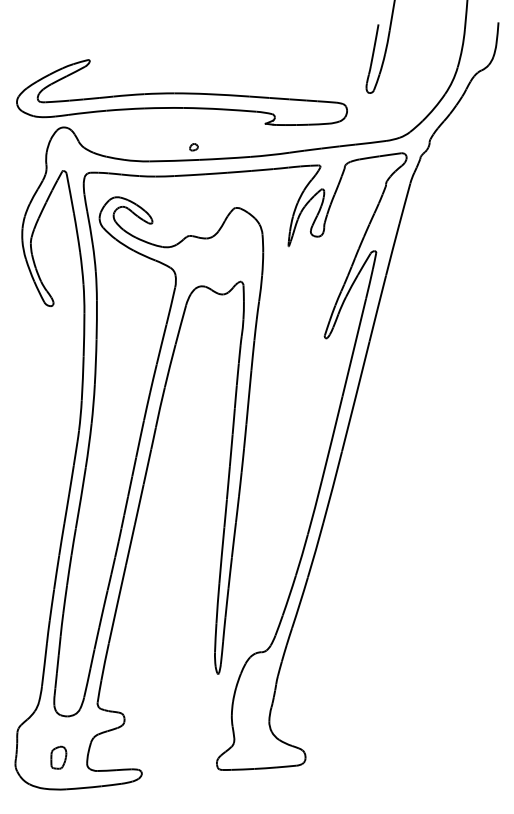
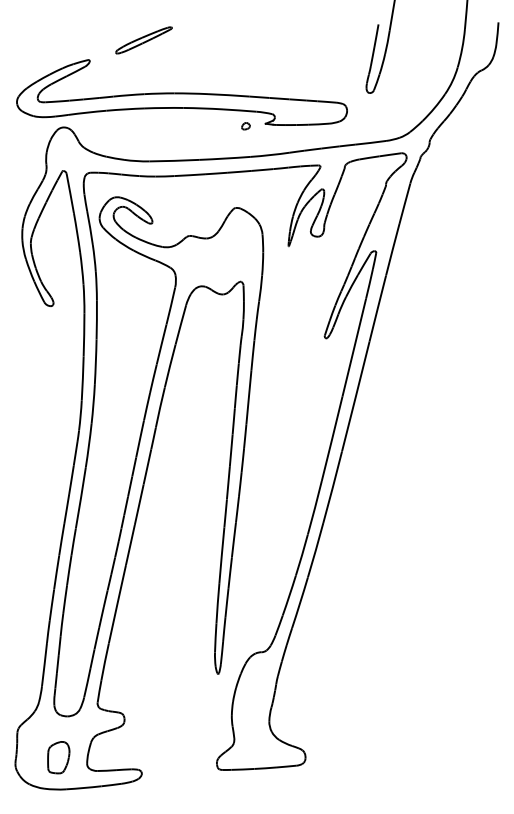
part at (143, 40): none -> present
part at (193, 147) position: (193, 147) -> (245, 126)
part at (58, 757) size: 18x25 px -> 24x34 px
